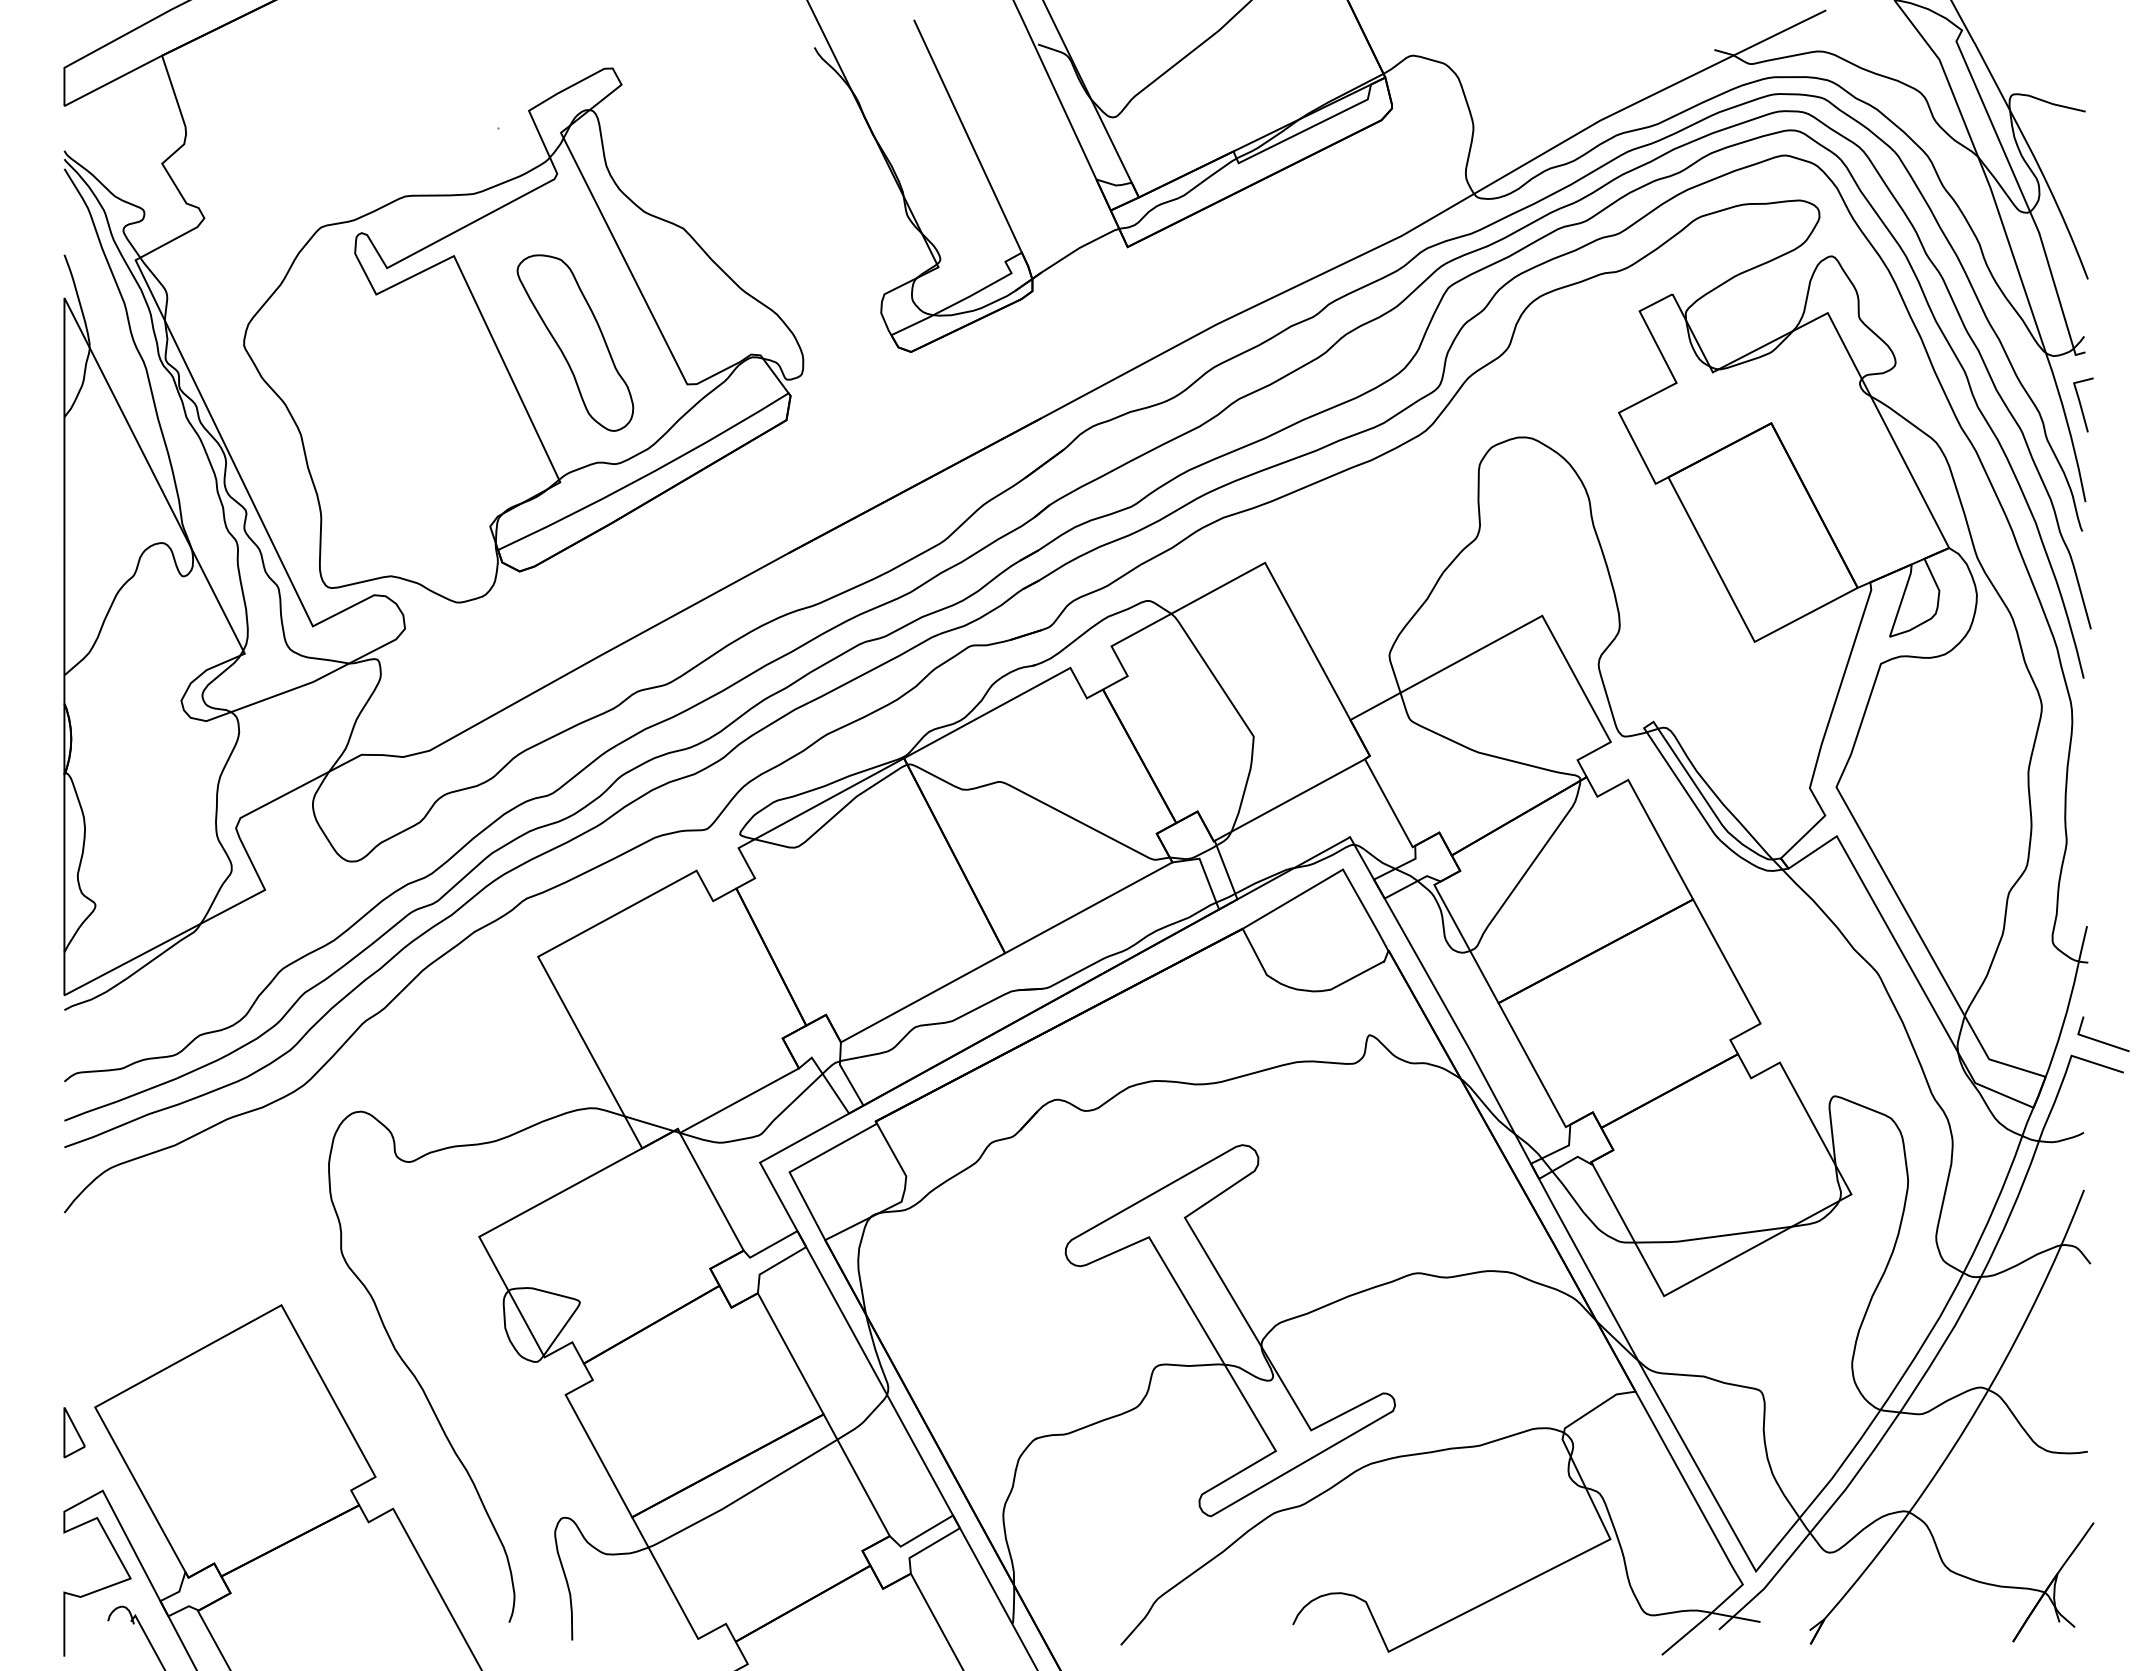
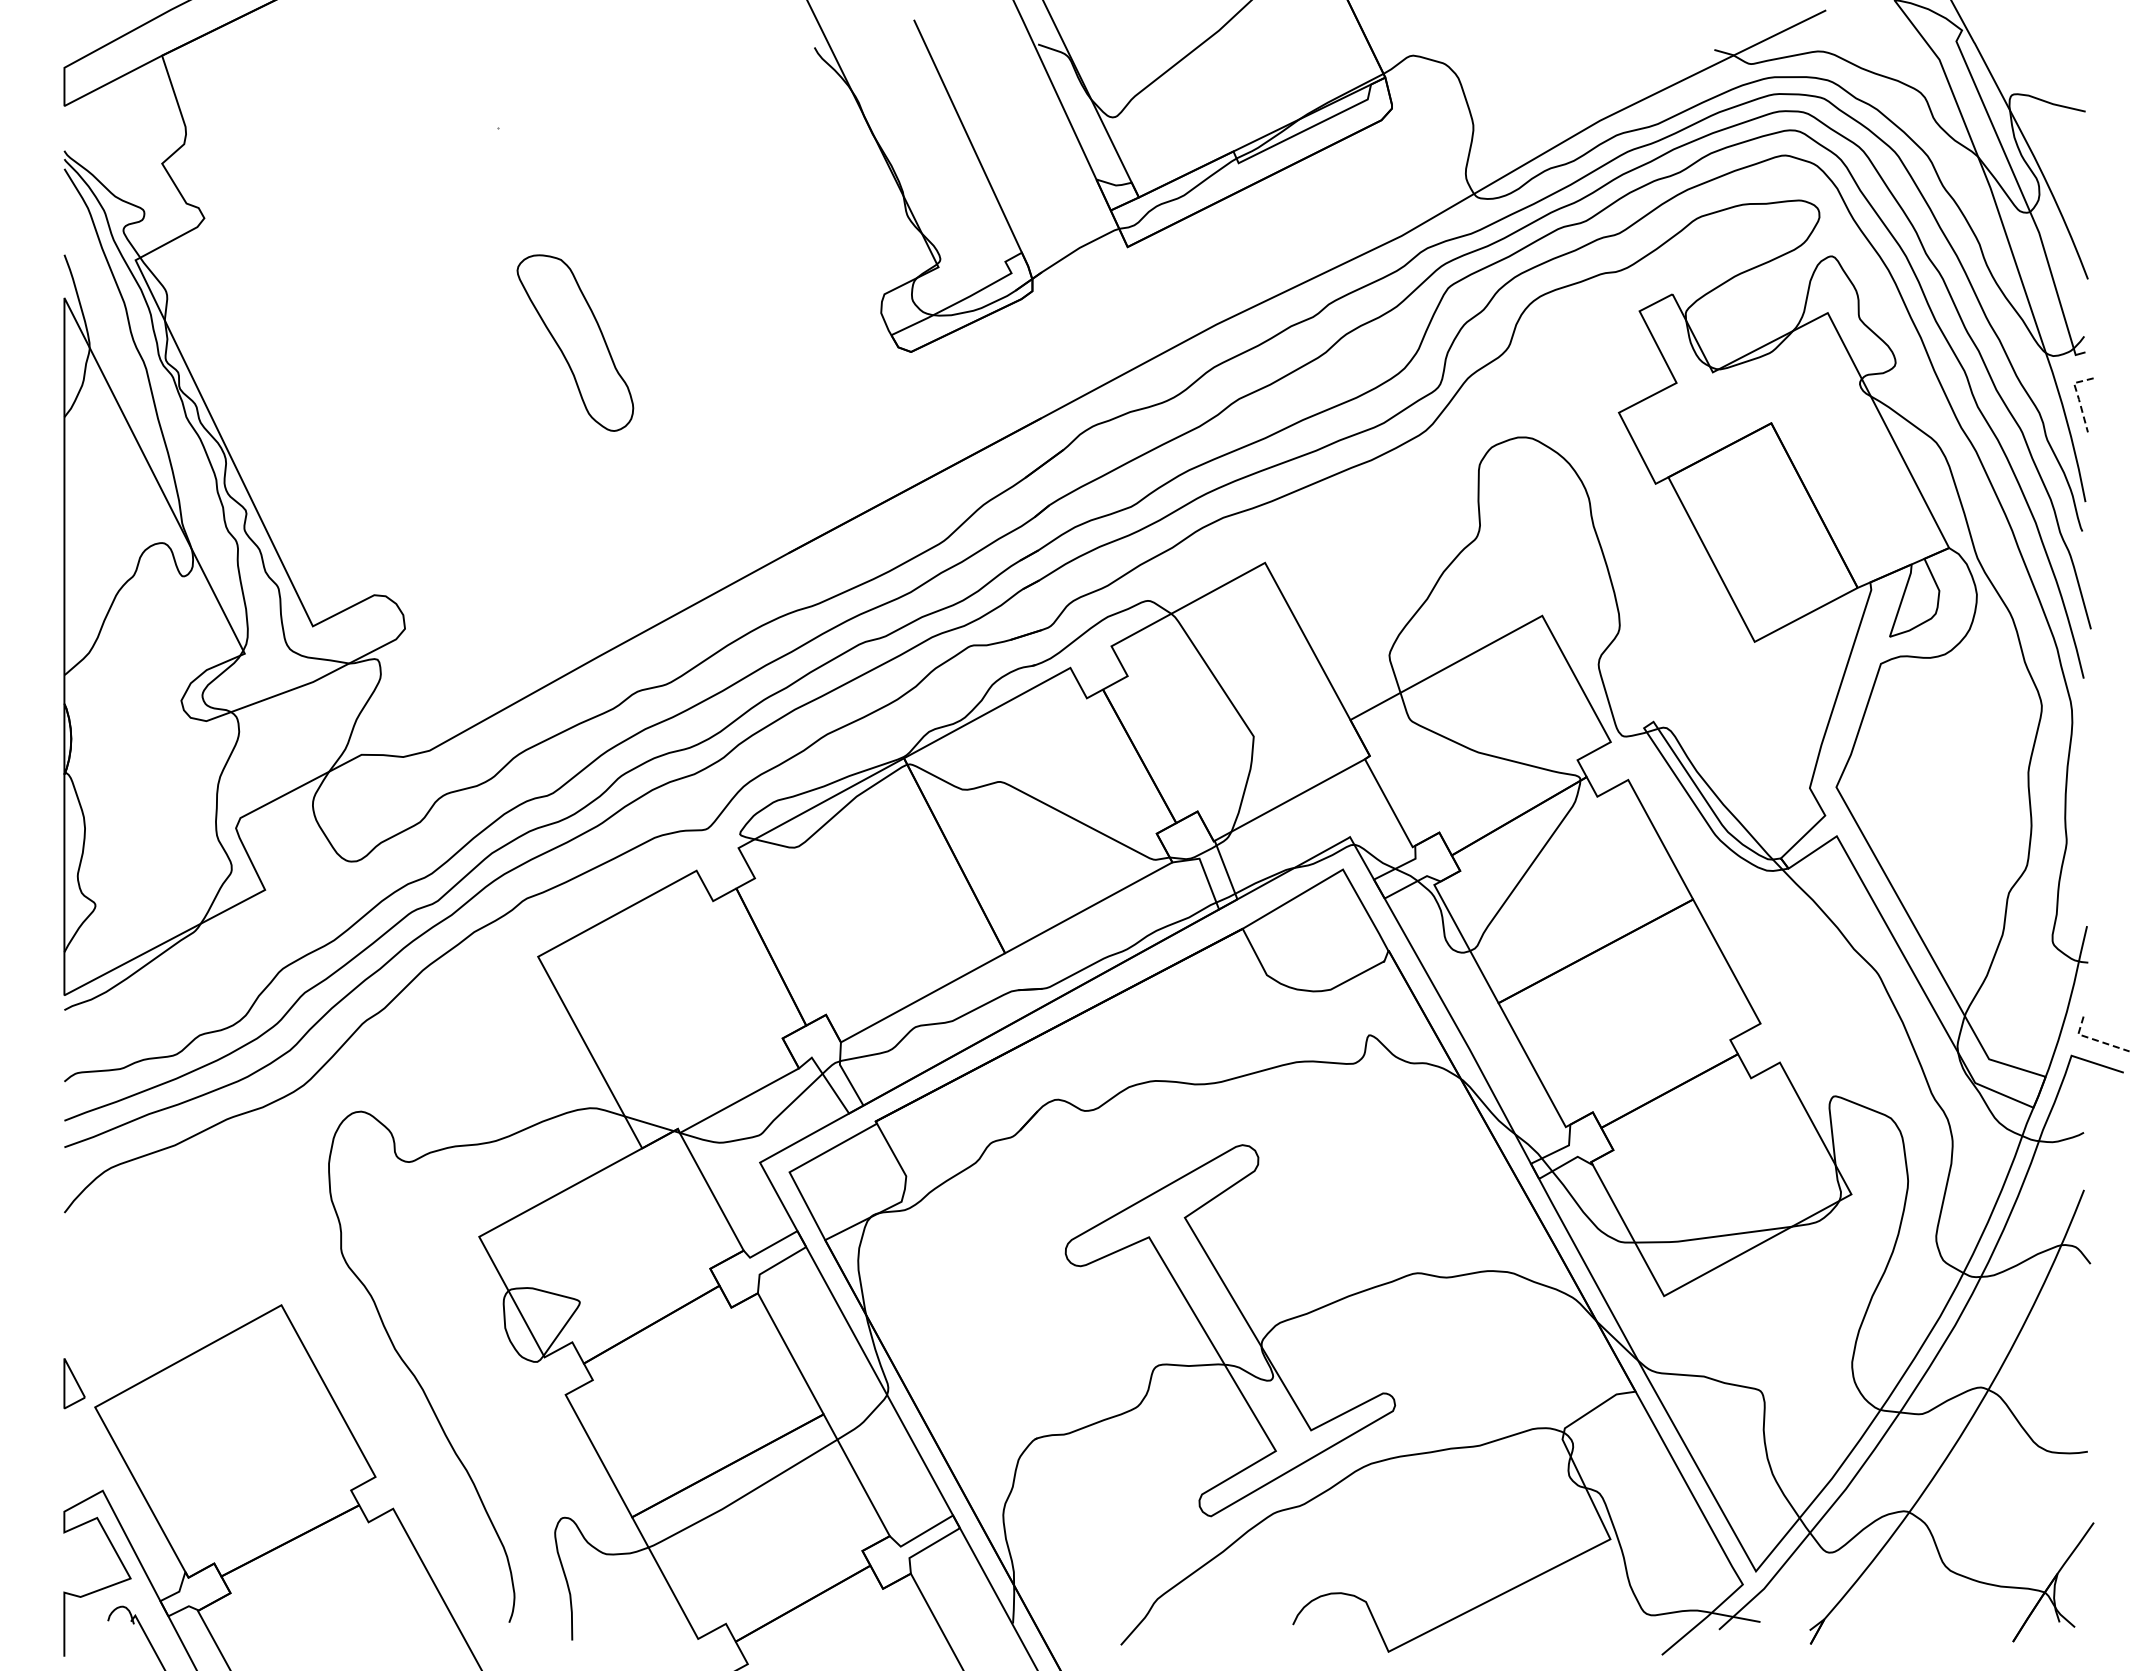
part at (523, 335): present -> none
line at (2078, 397): solid -> dashed
line at (2095, 1039): solid -> dashed
part at (74, 1432) position: (74, 1432) -> (74, 1383)
